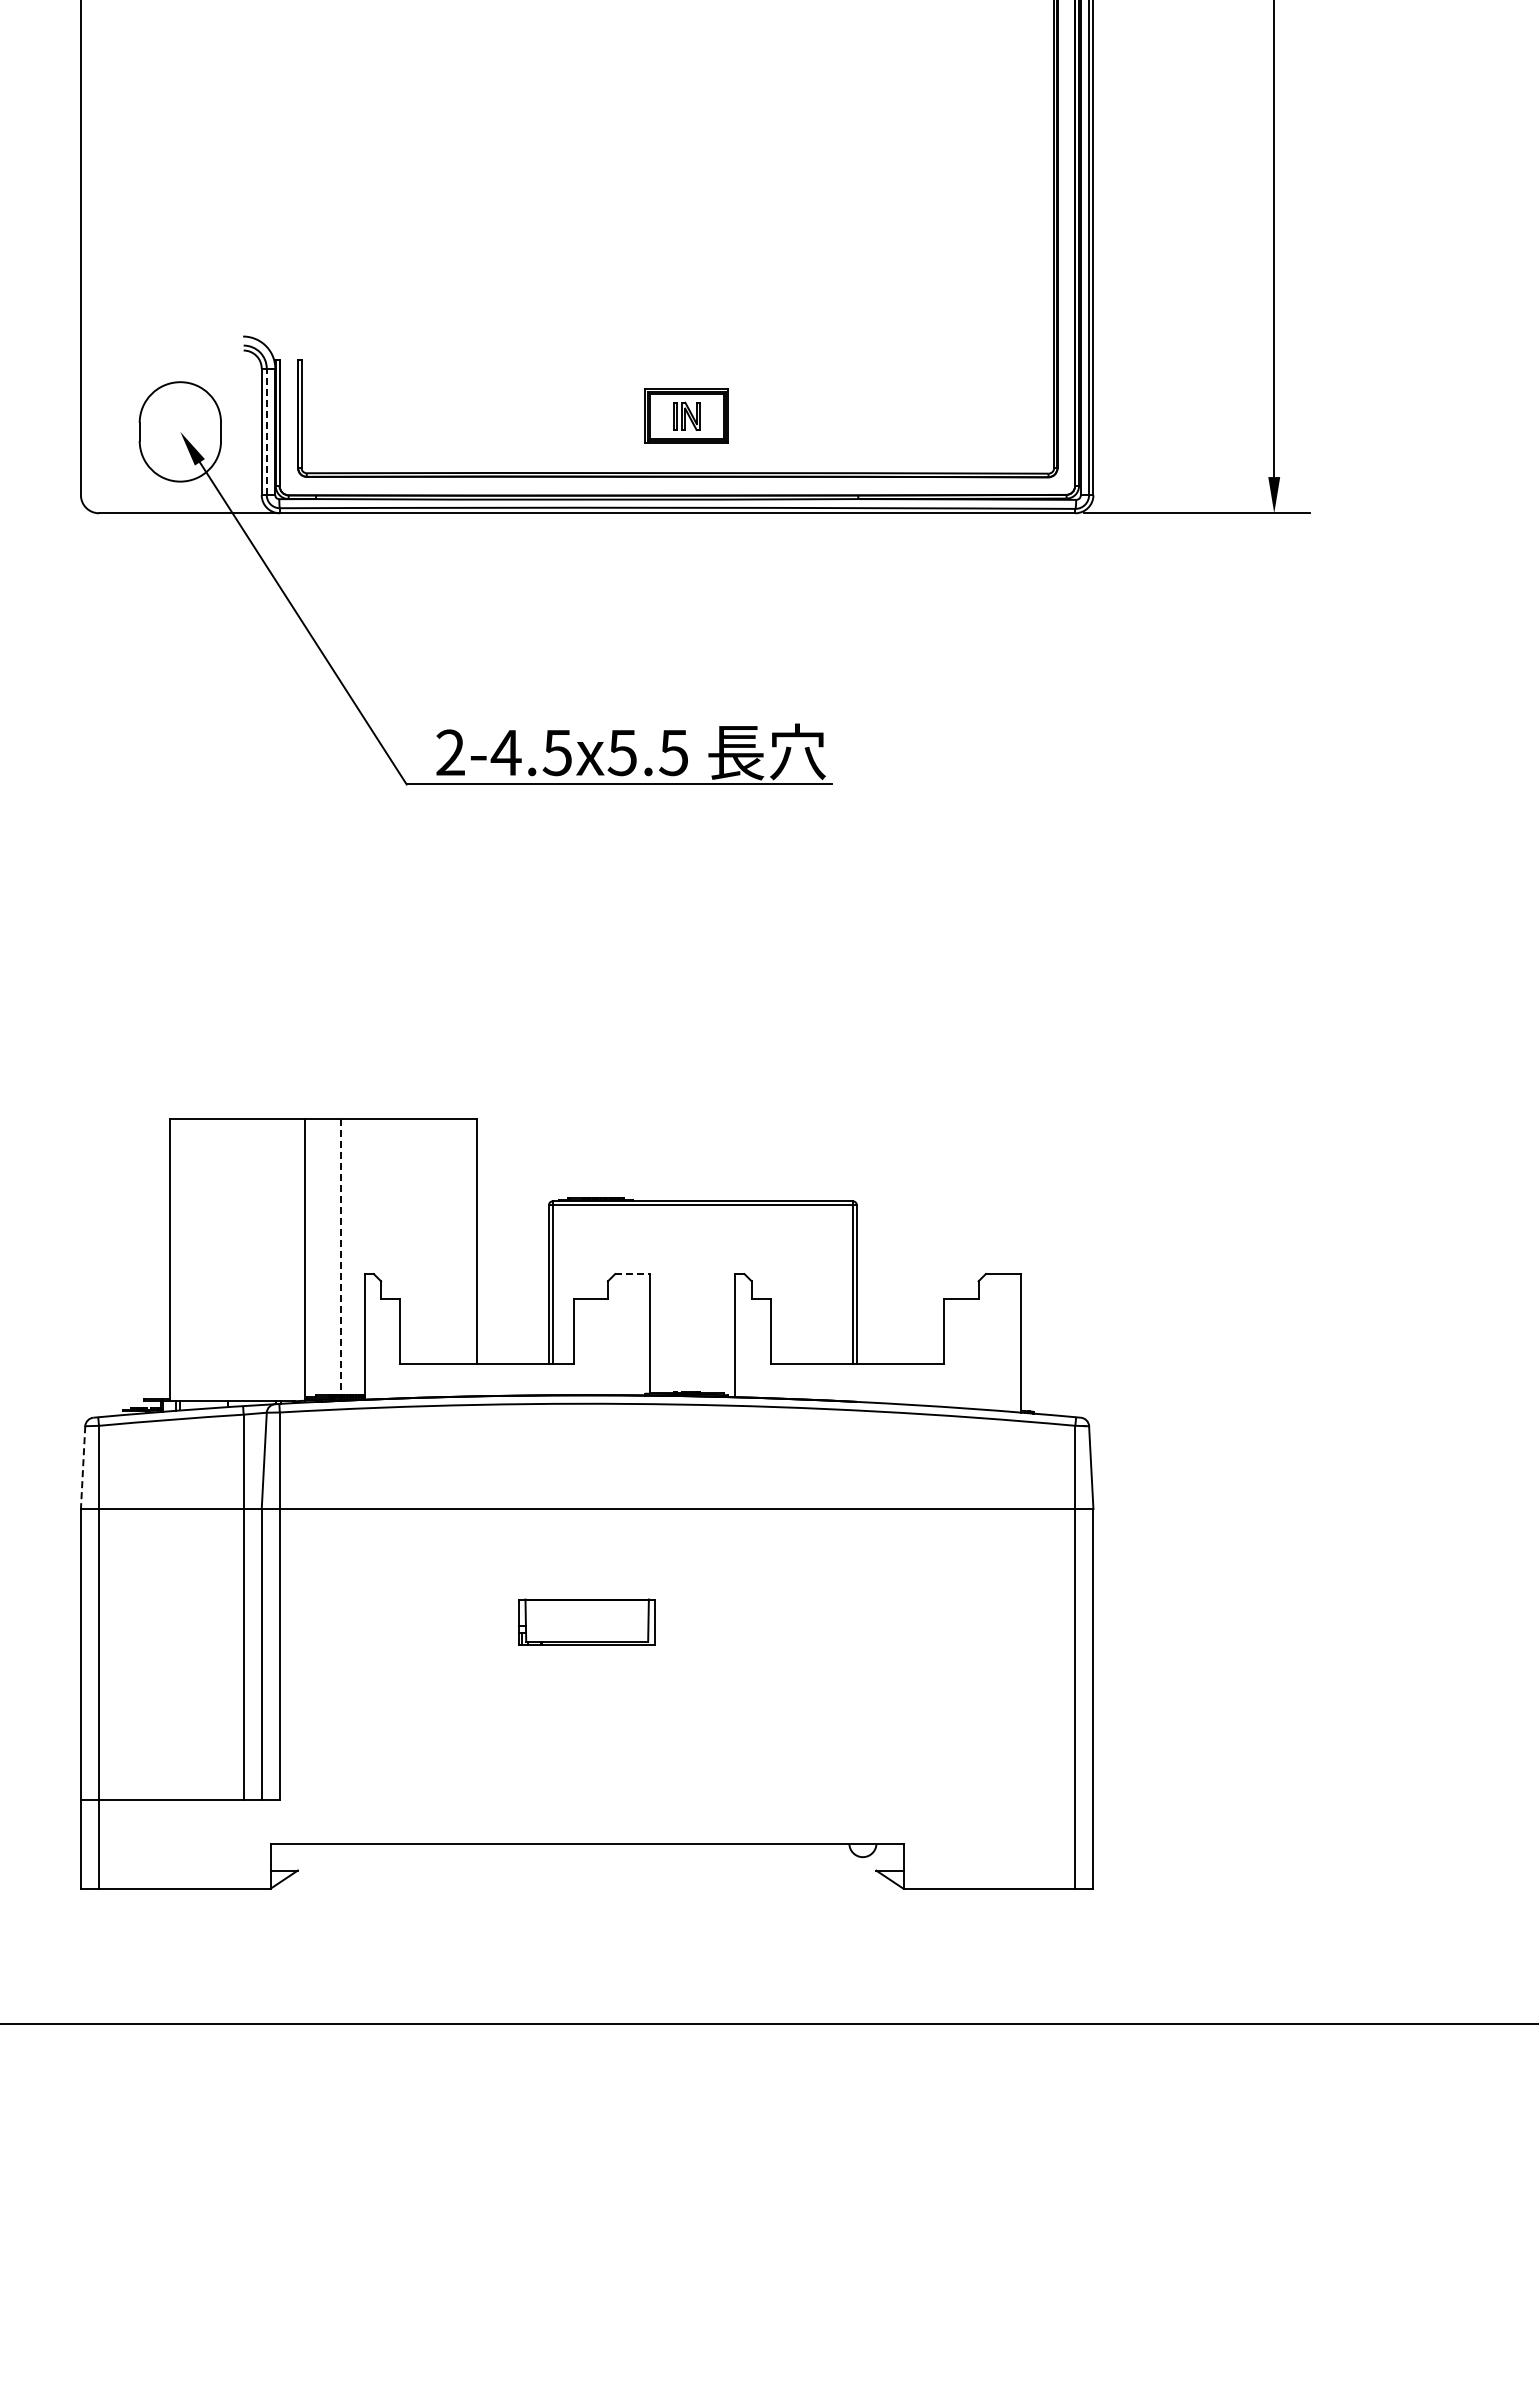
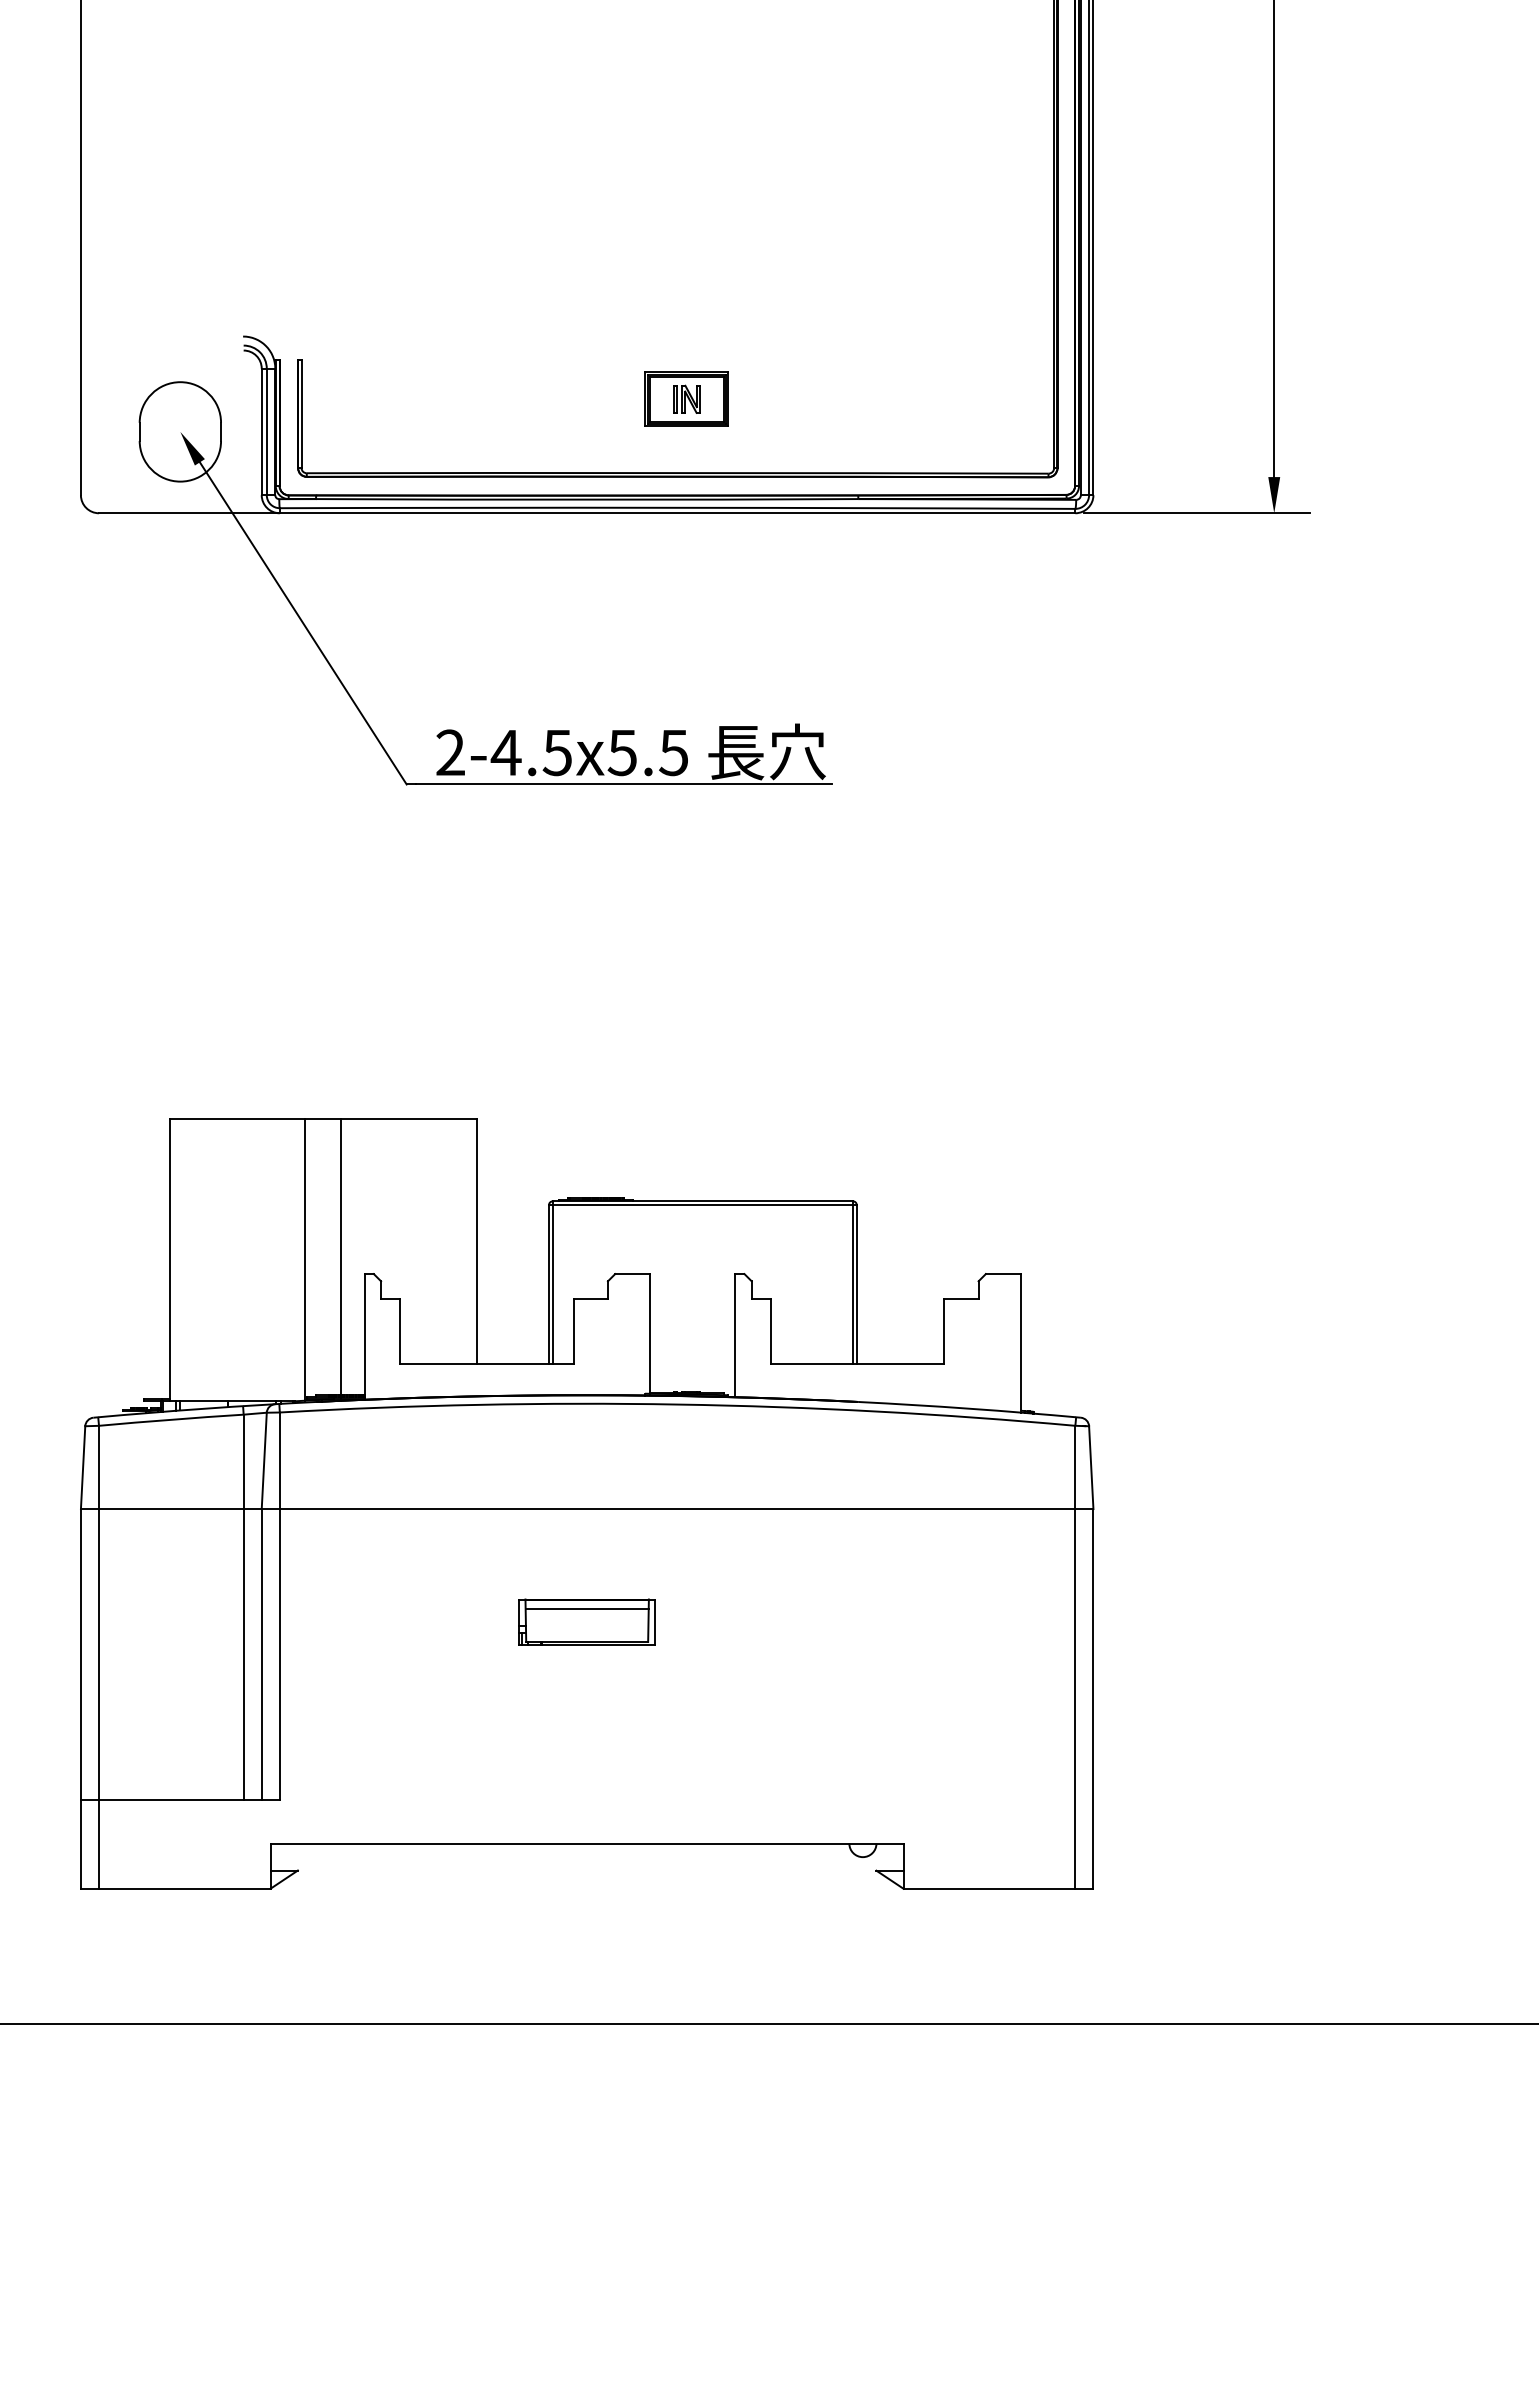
part at (686, 415) position: (686, 415) -> (686, 398)
line at (266, 431): dashed -> solid
line at (341, 1257): dashed -> solid
line at (632, 1274): dashed -> solid
line at (83, 1468): dashed -> solid
line at (586, 1609): none -> present
